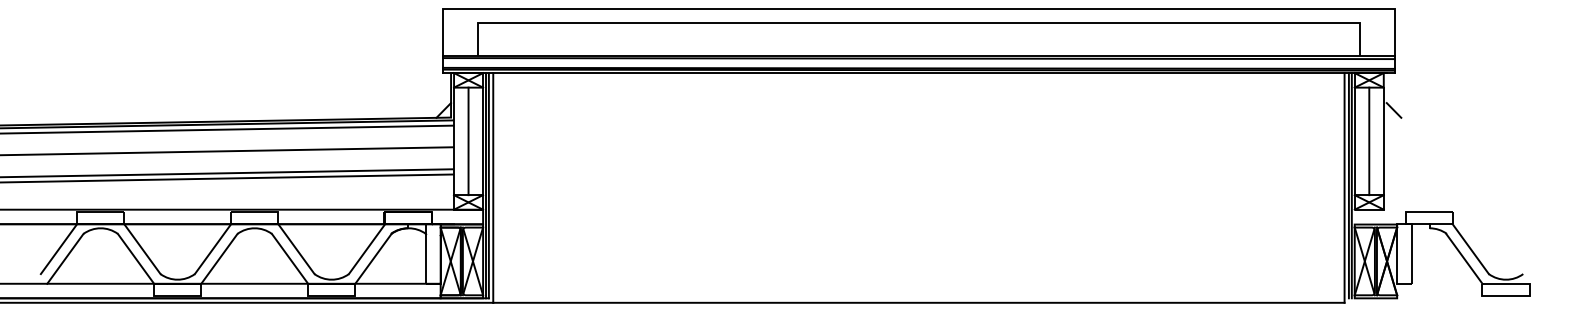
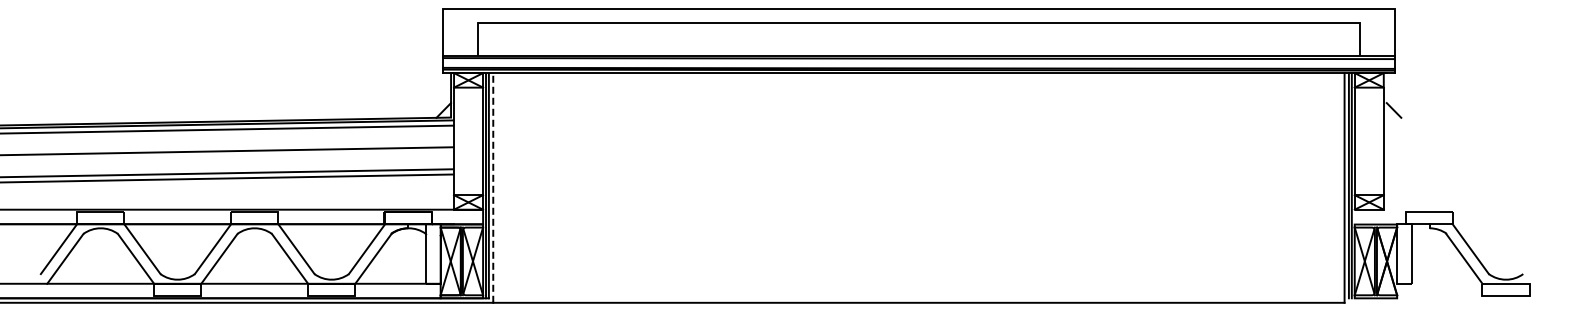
line at (468, 141): present -> none
line at (1369, 141): present -> none
line at (493, 187): solid -> dashed
